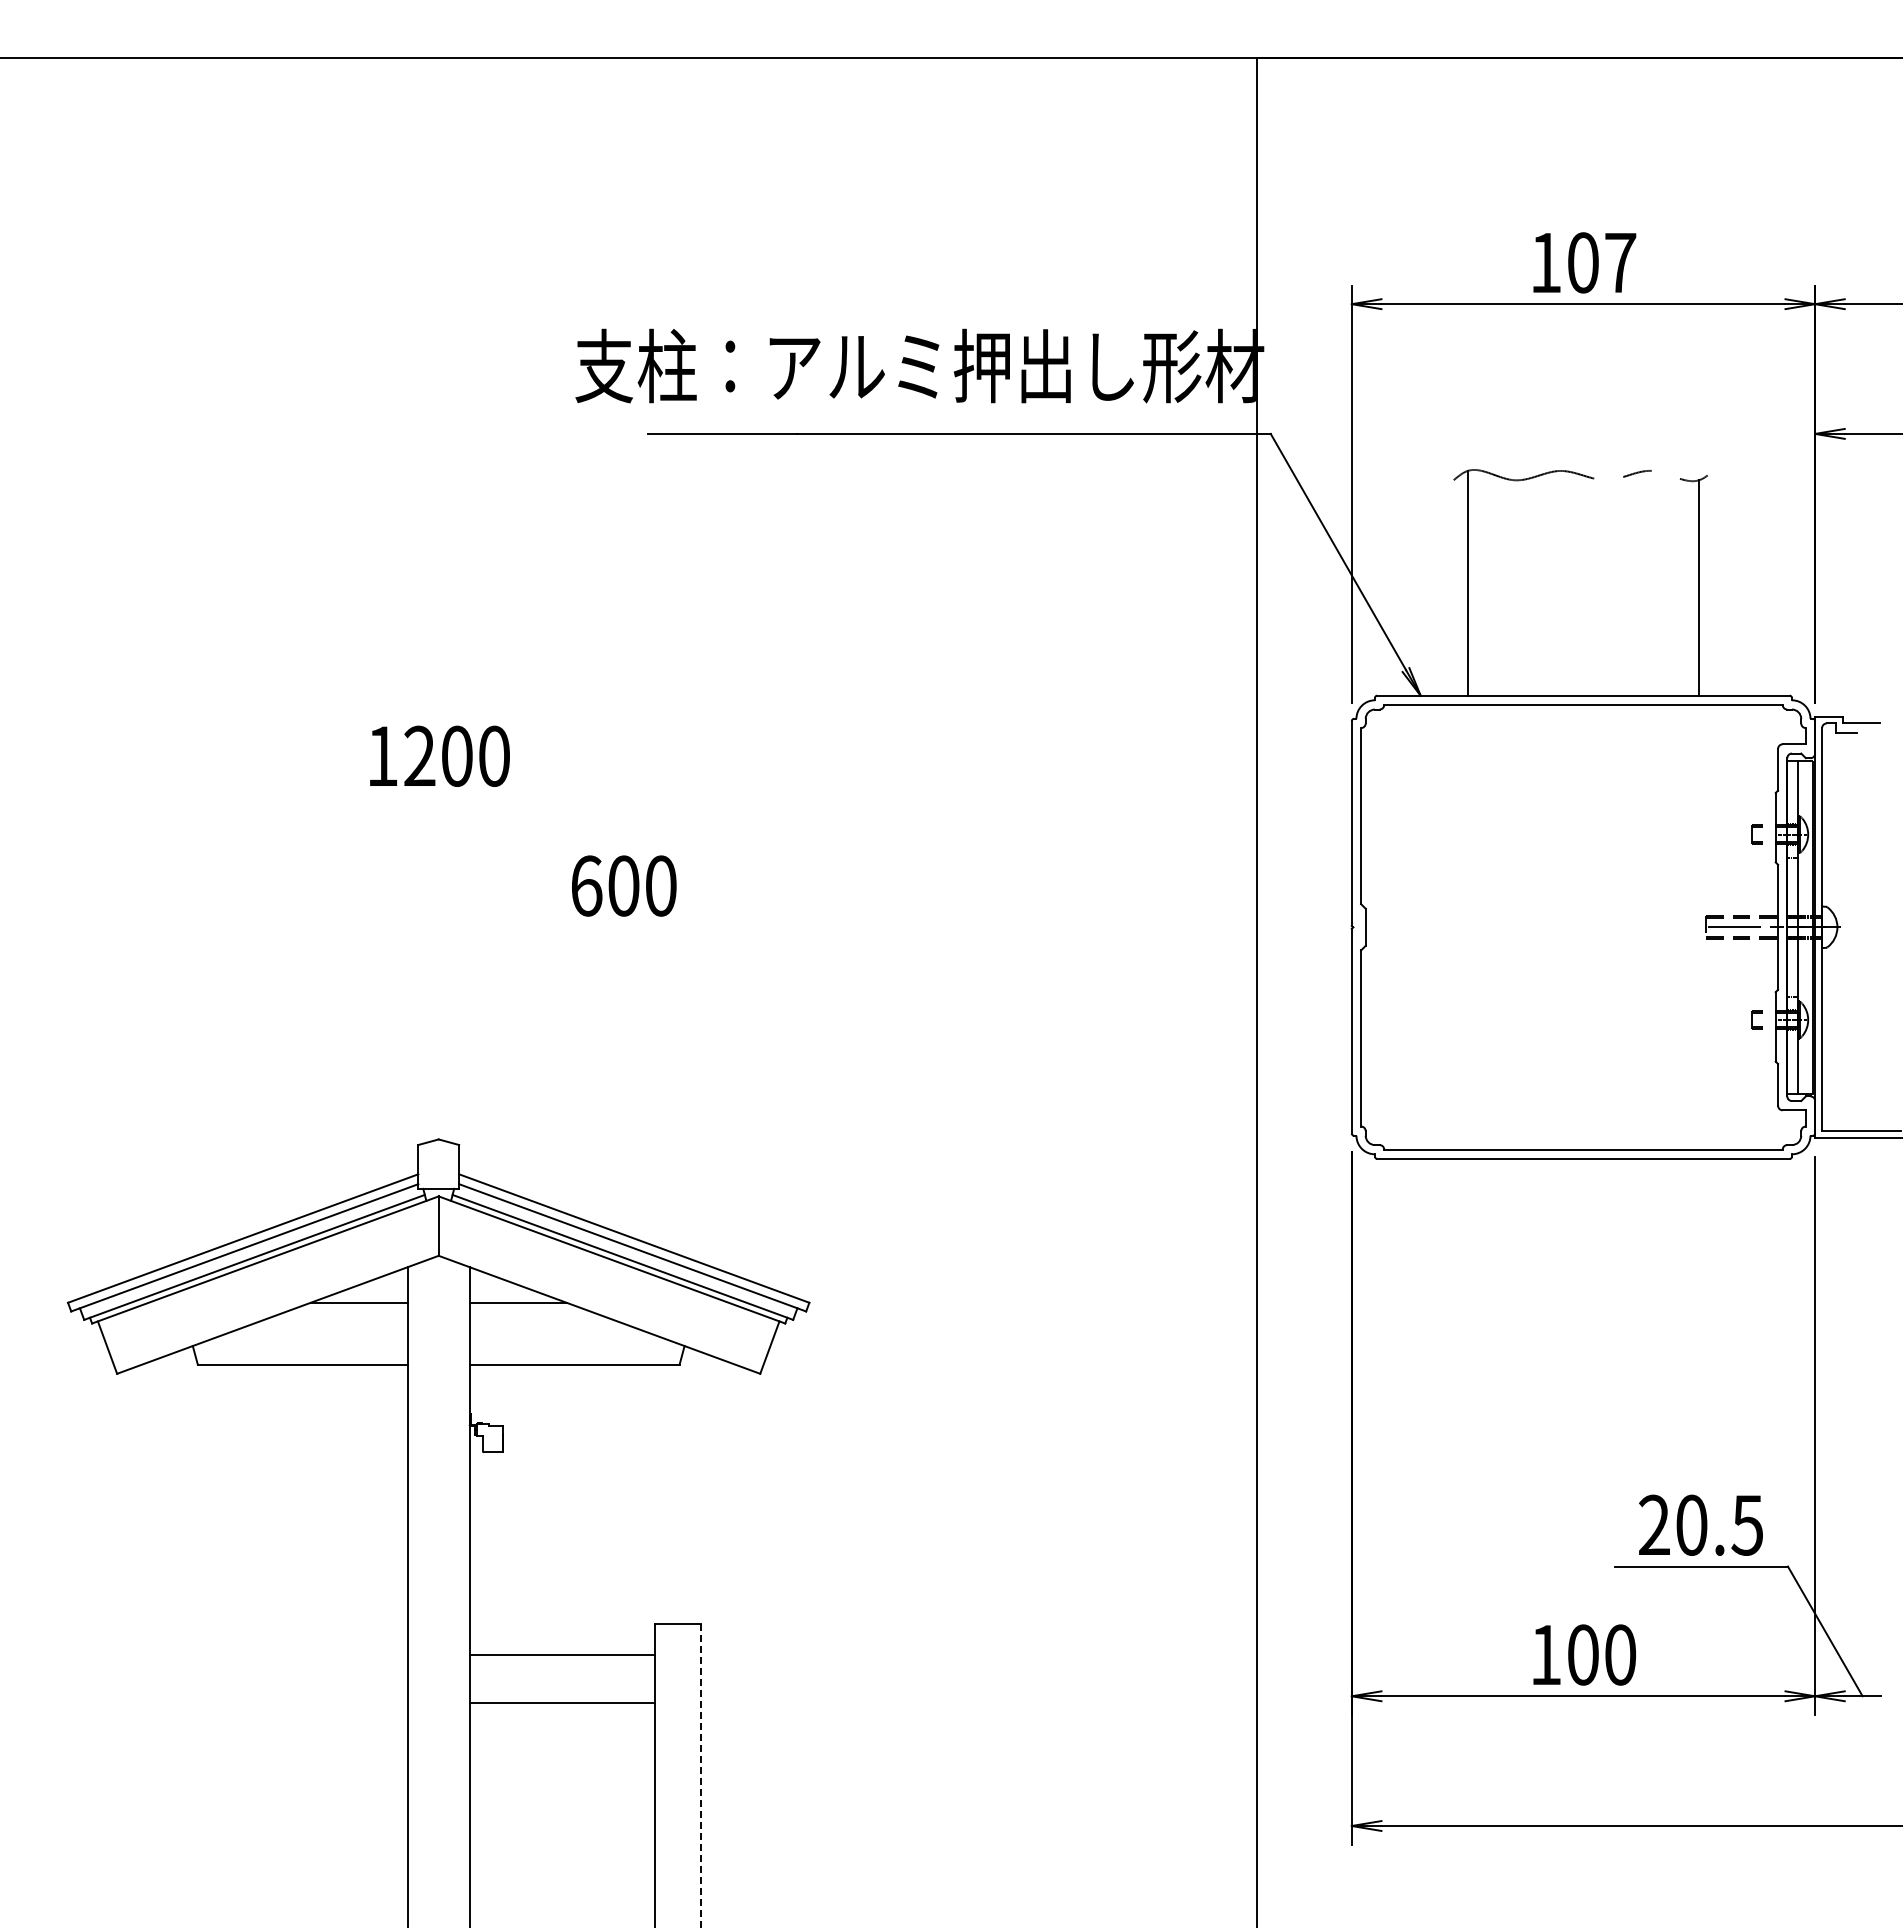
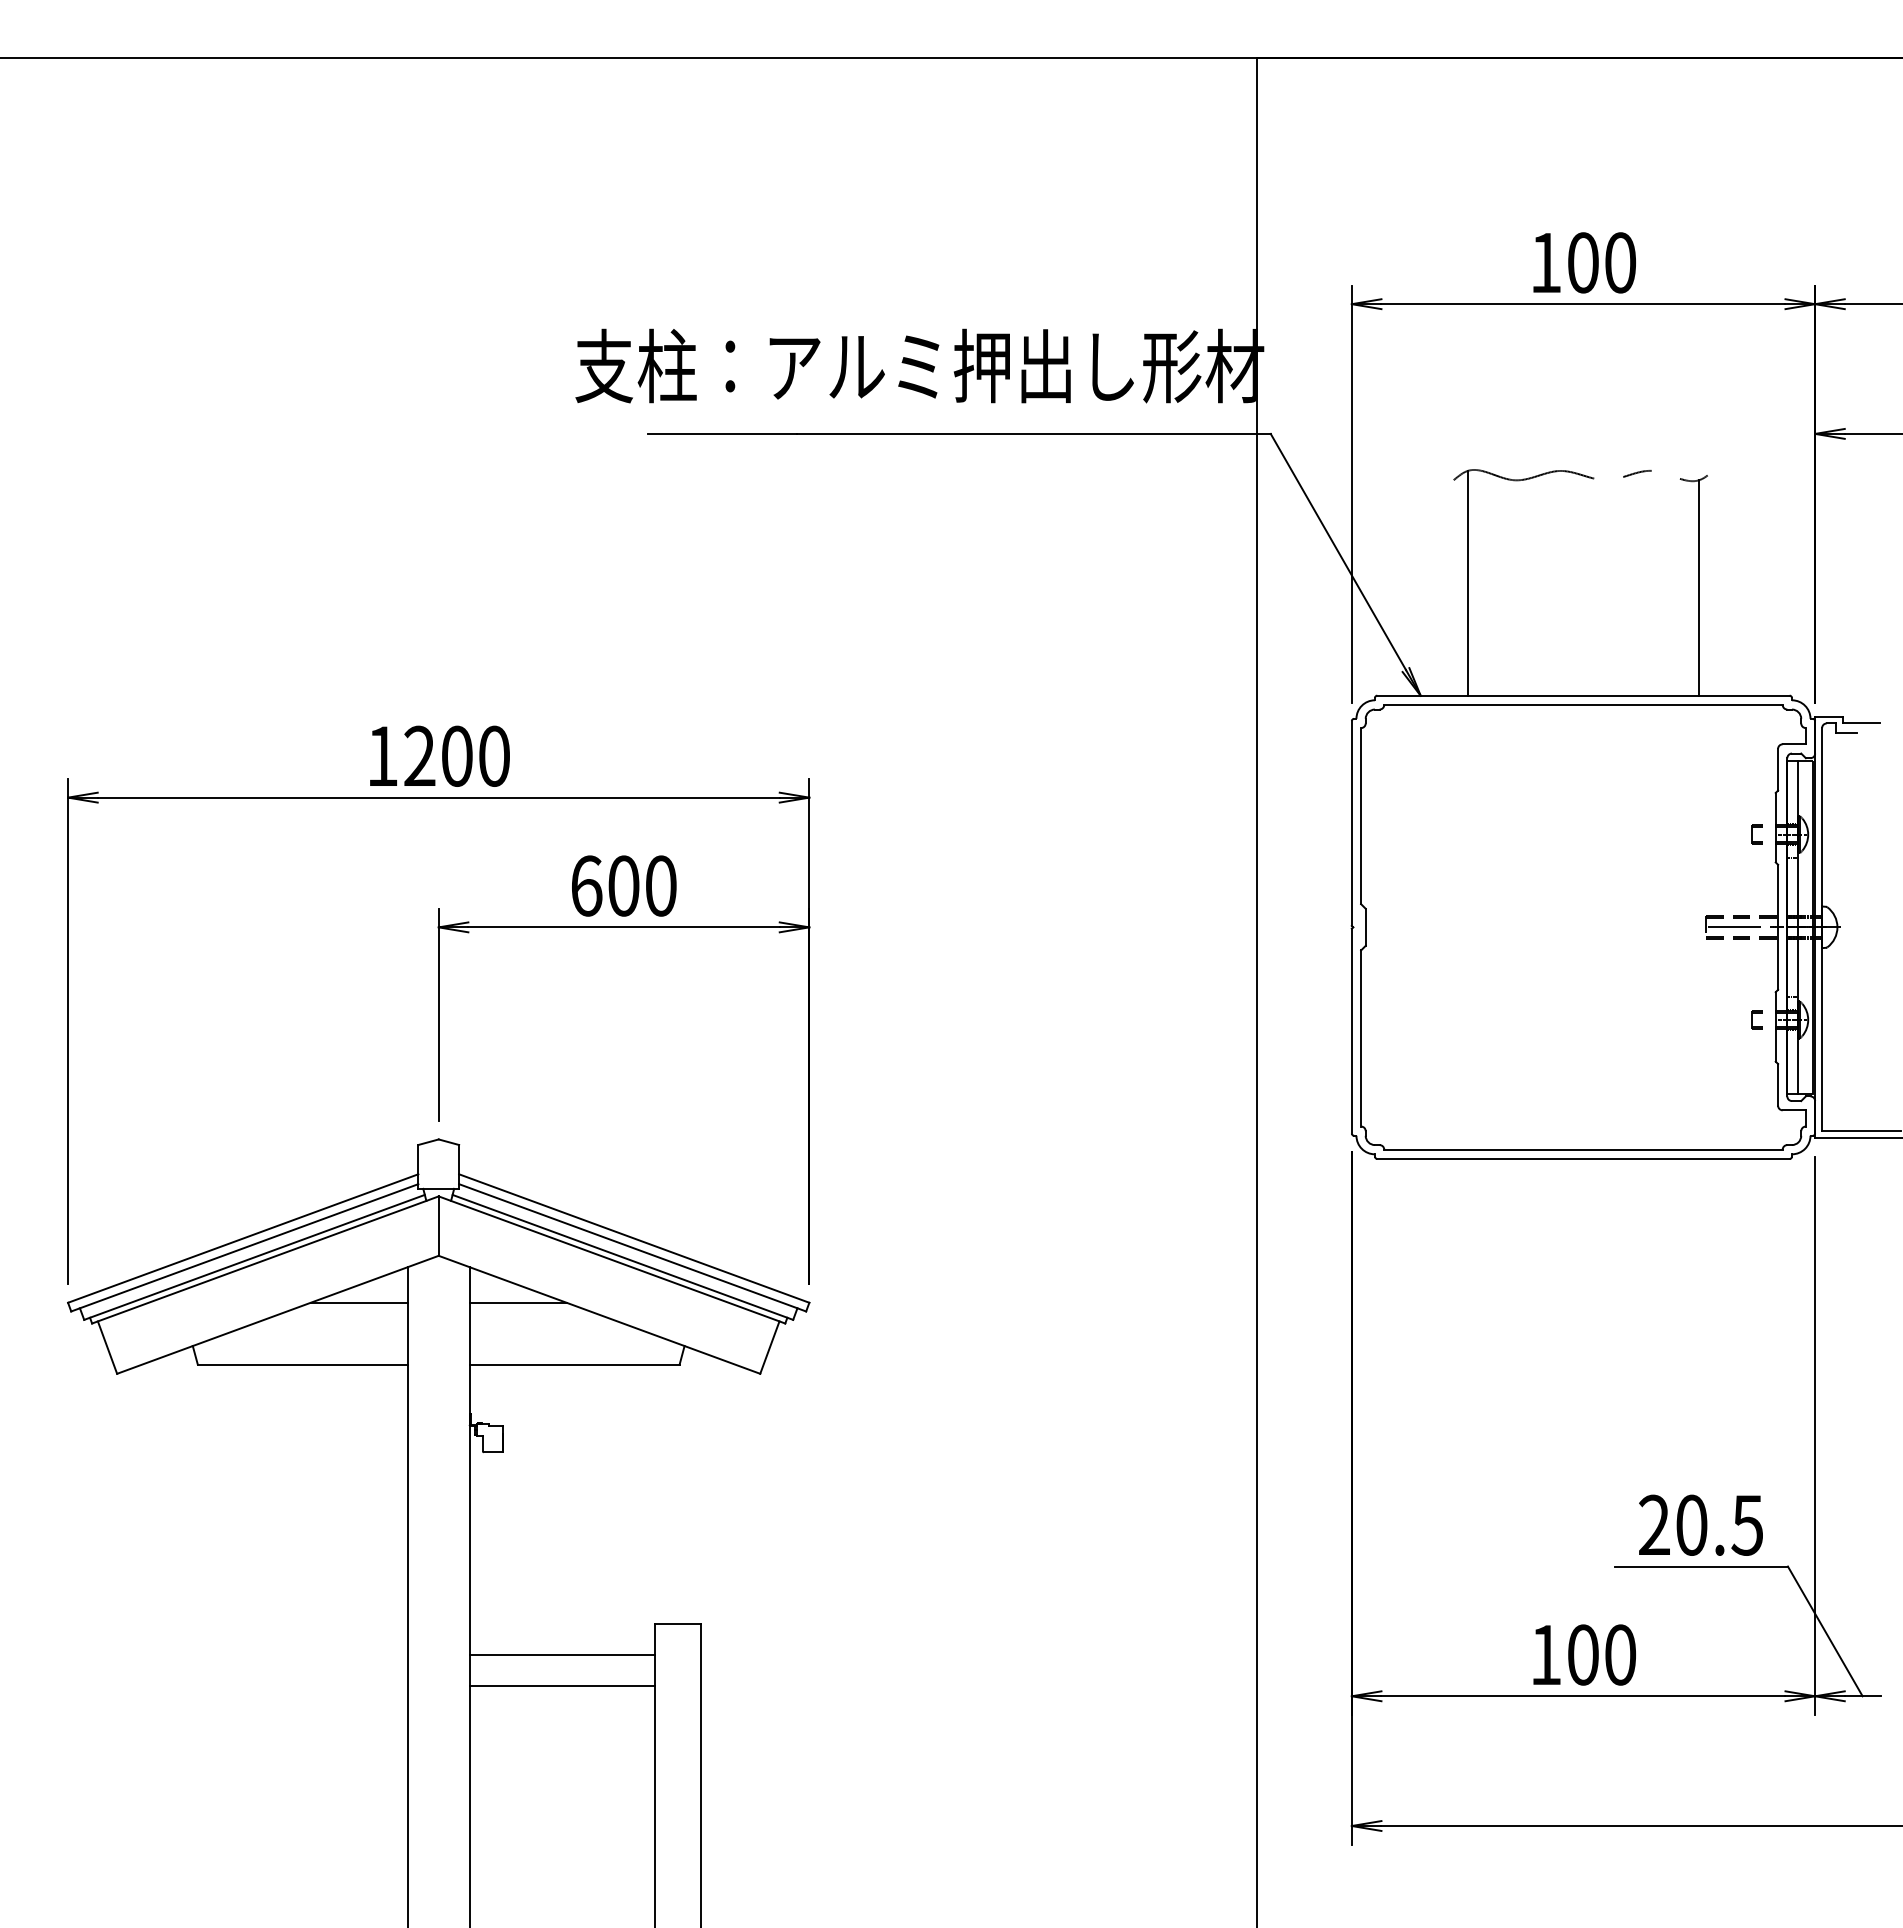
text at (1620, 262): 107 -> 100
part at (438, 1031): none -> present
line at (561, 1702) position: (561, 1702) -> (561, 1685)
line at (701, 1775): dashed -> solid
